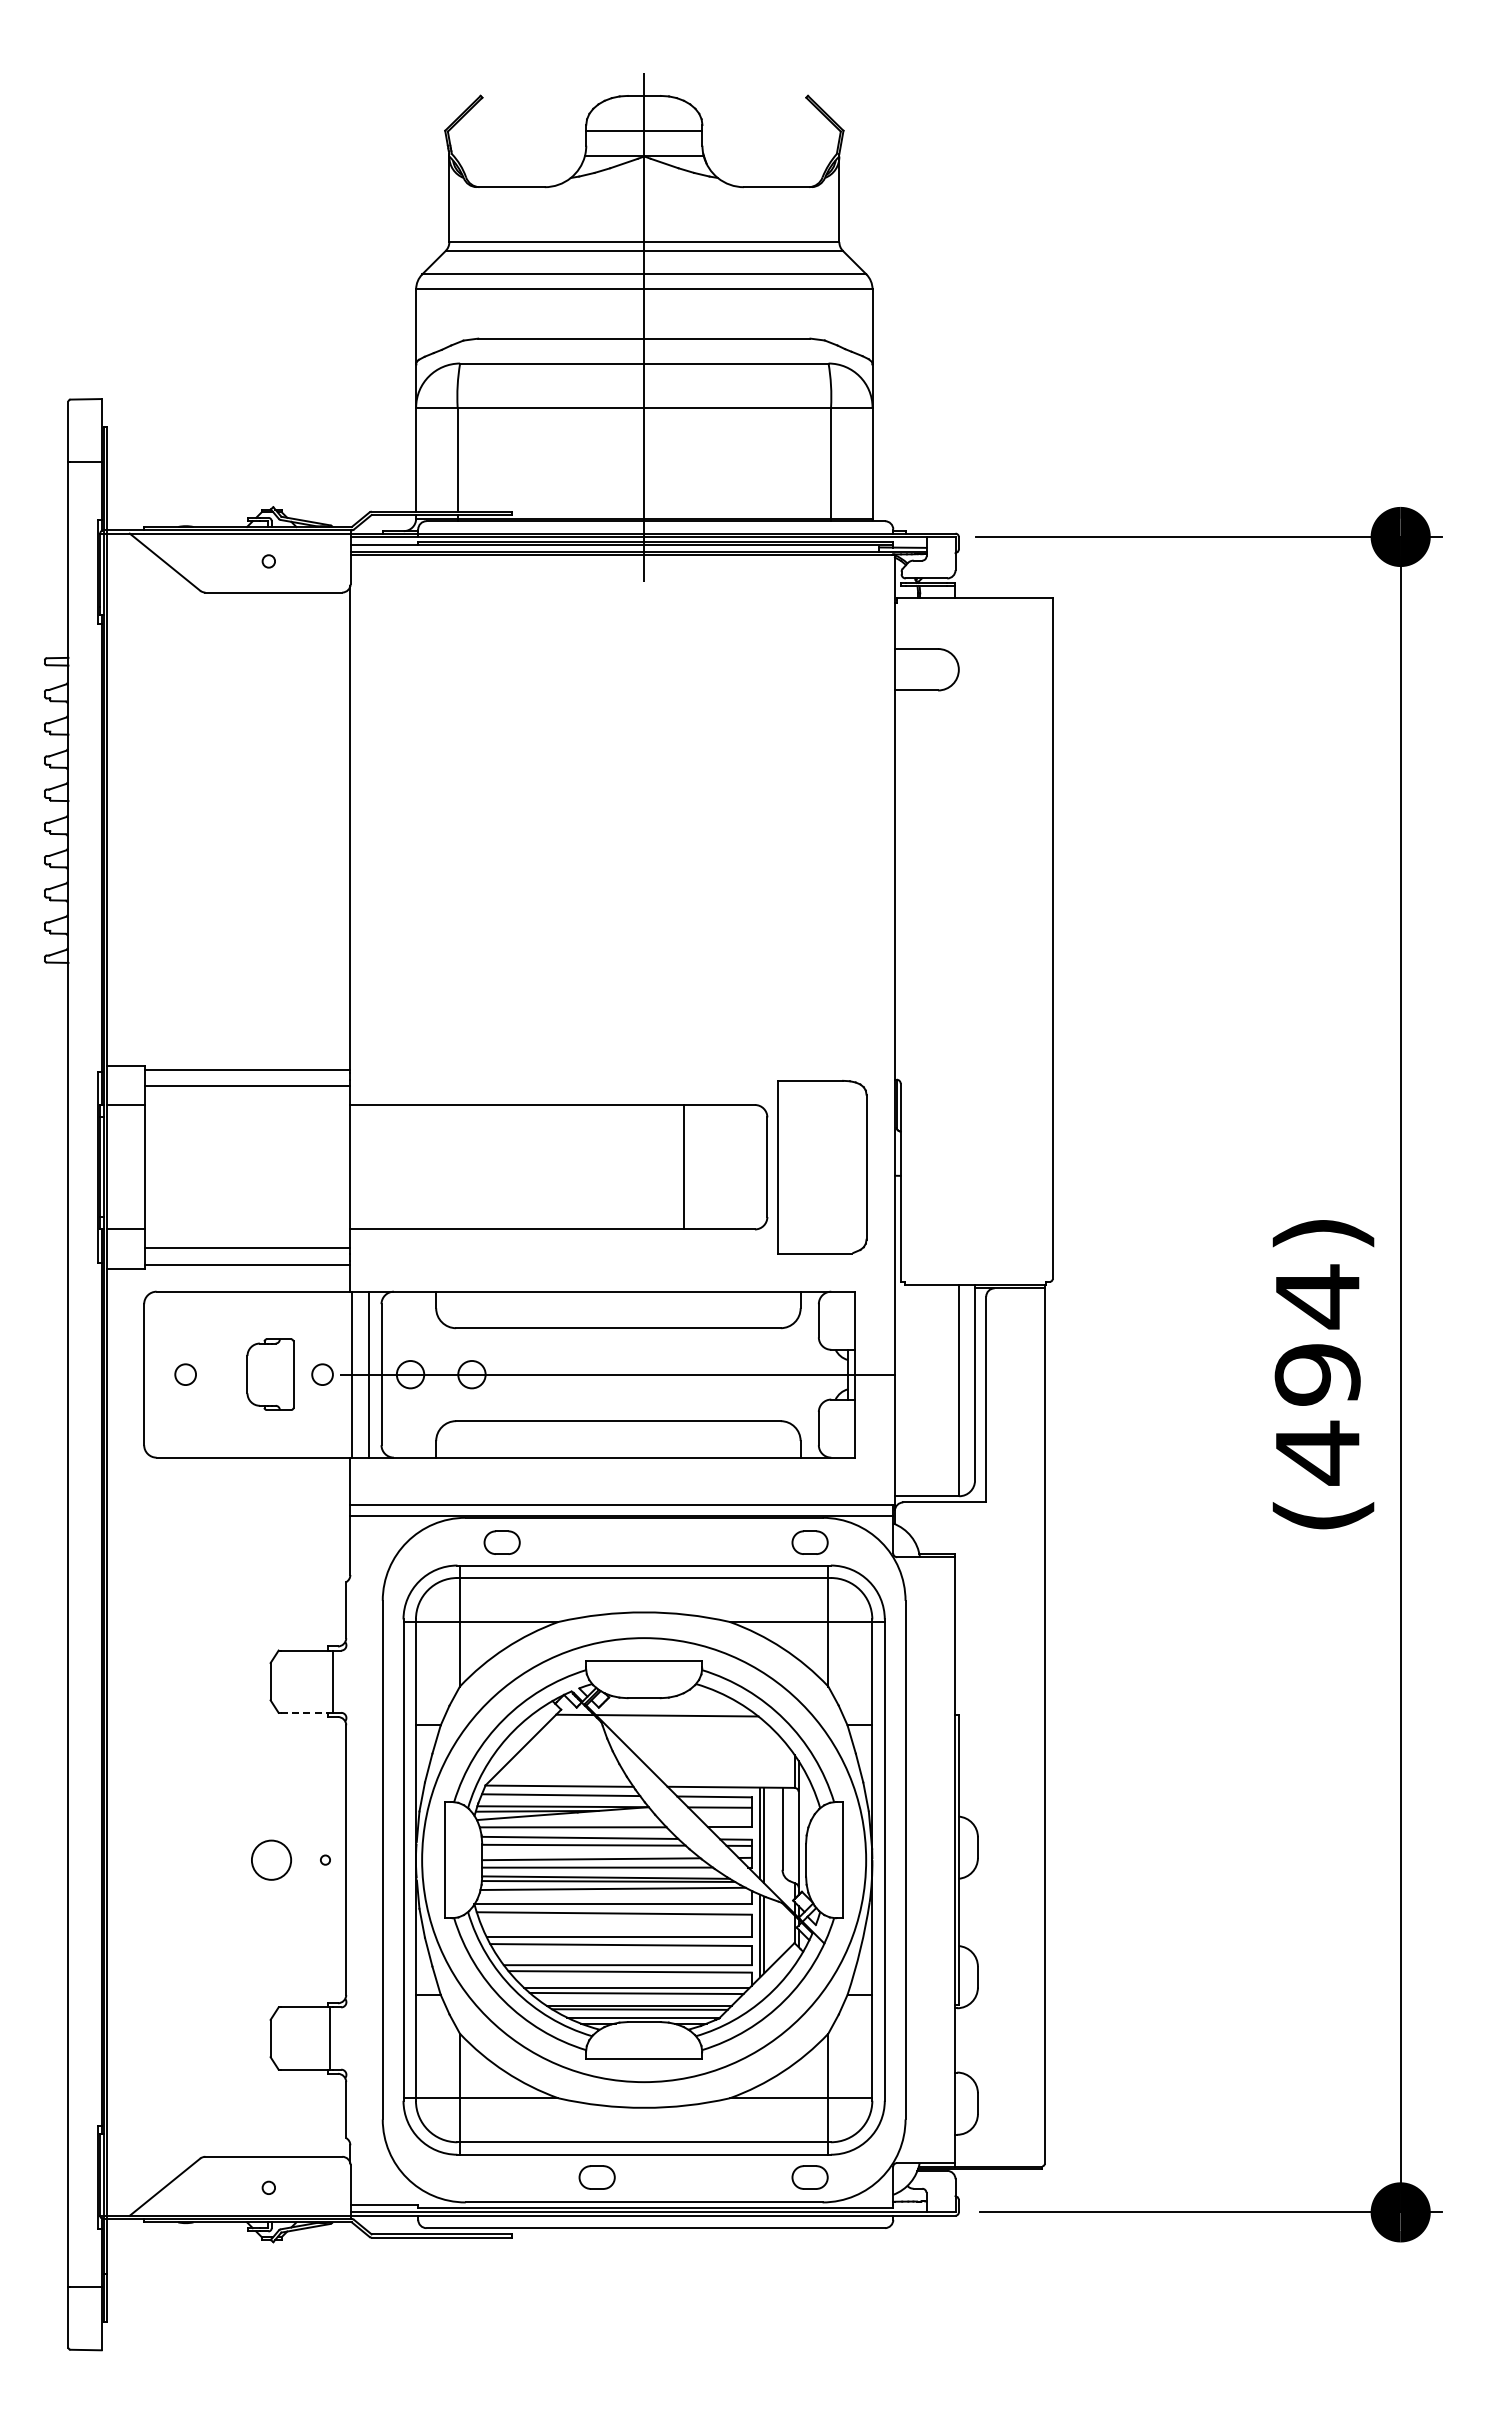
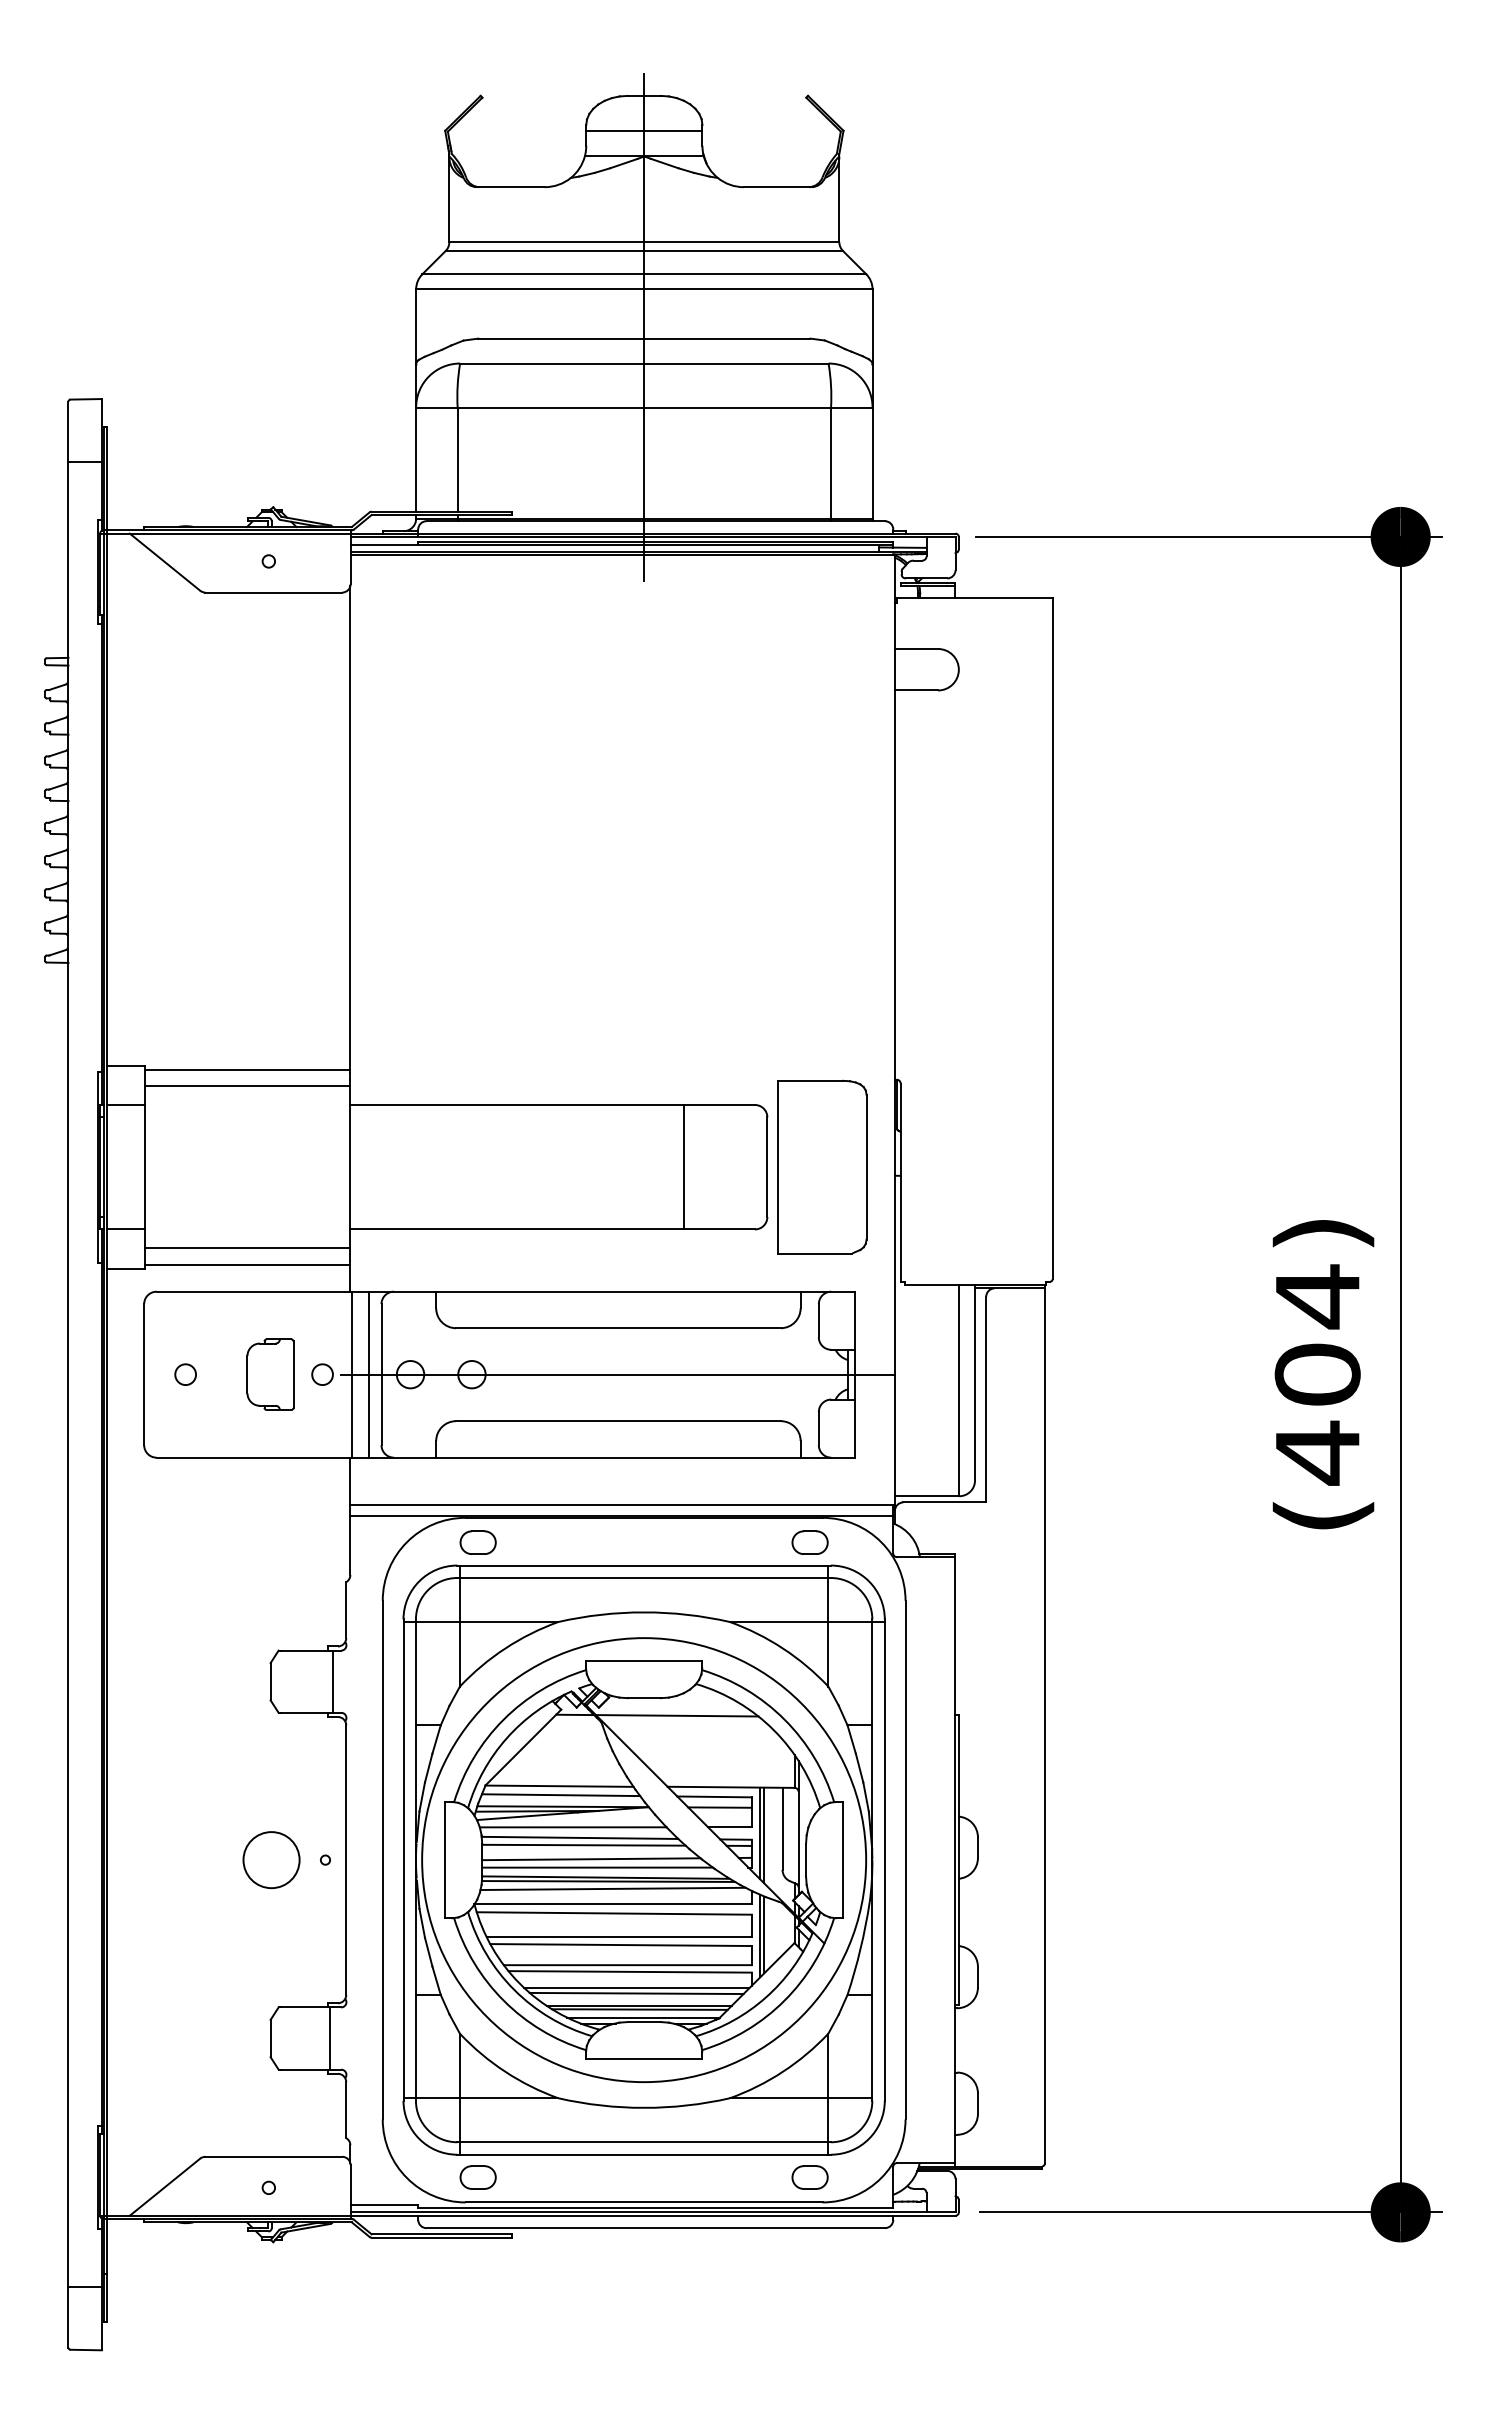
text at (1317, 1374): (494) -> (404)
part at (501, 1542) position: (501, 1542) -> (477, 1542)
line at (305, 1712): dashed -> solid
circle at (271, 1859) size: 41x42 px -> 59x59 px
part at (596, 2177) position: (596, 2177) -> (477, 2177)
